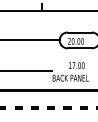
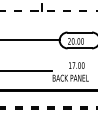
line at (49, 10): solid -> dashed
